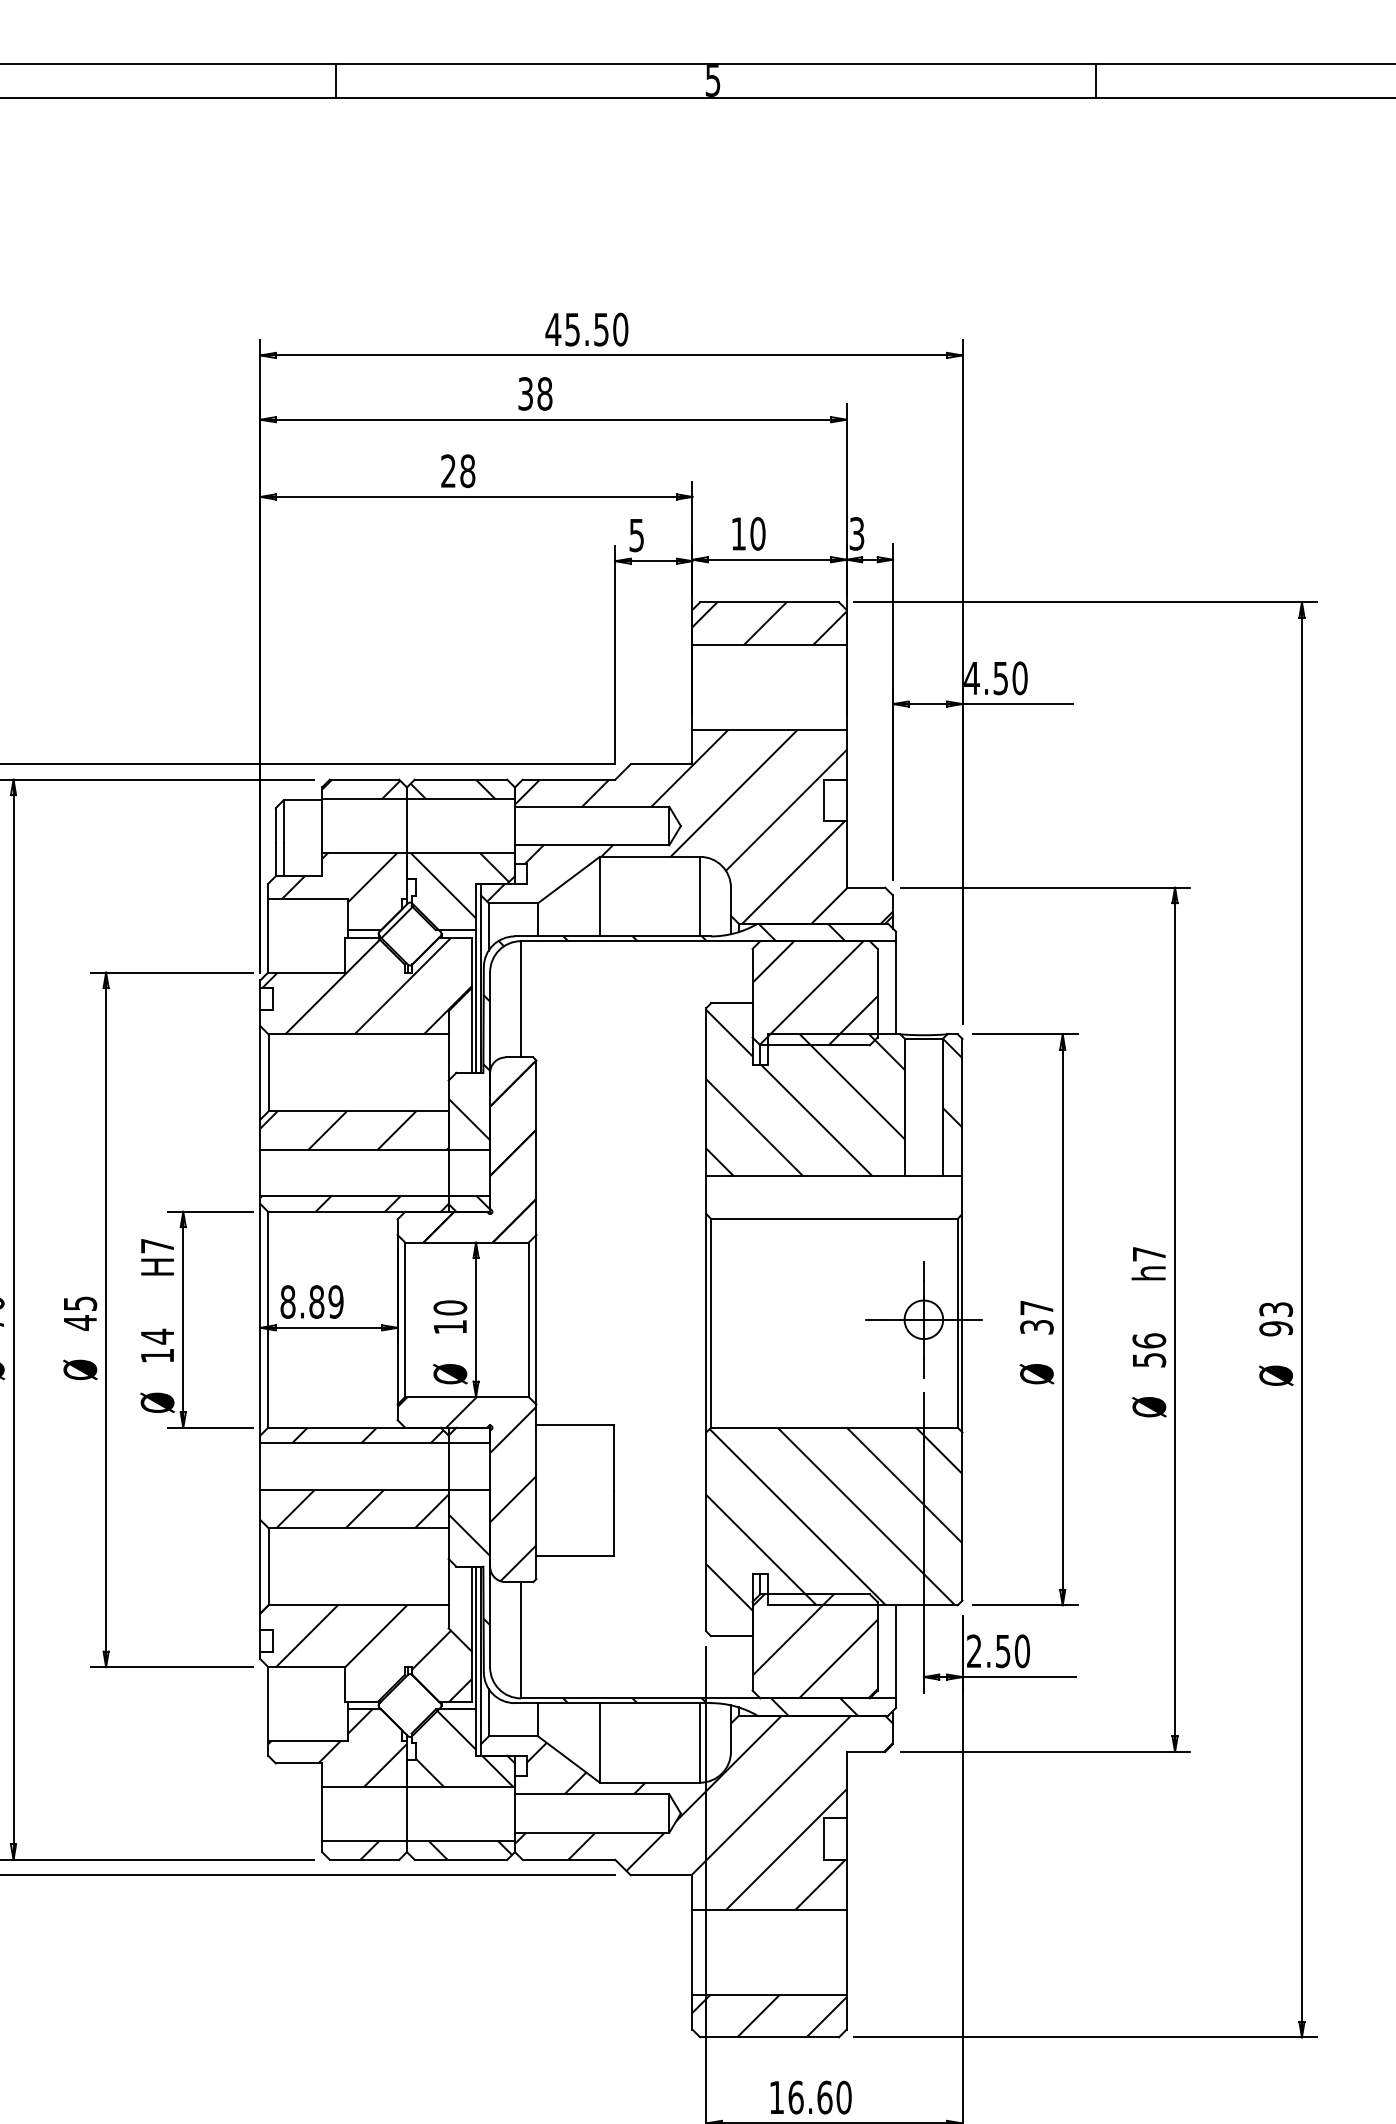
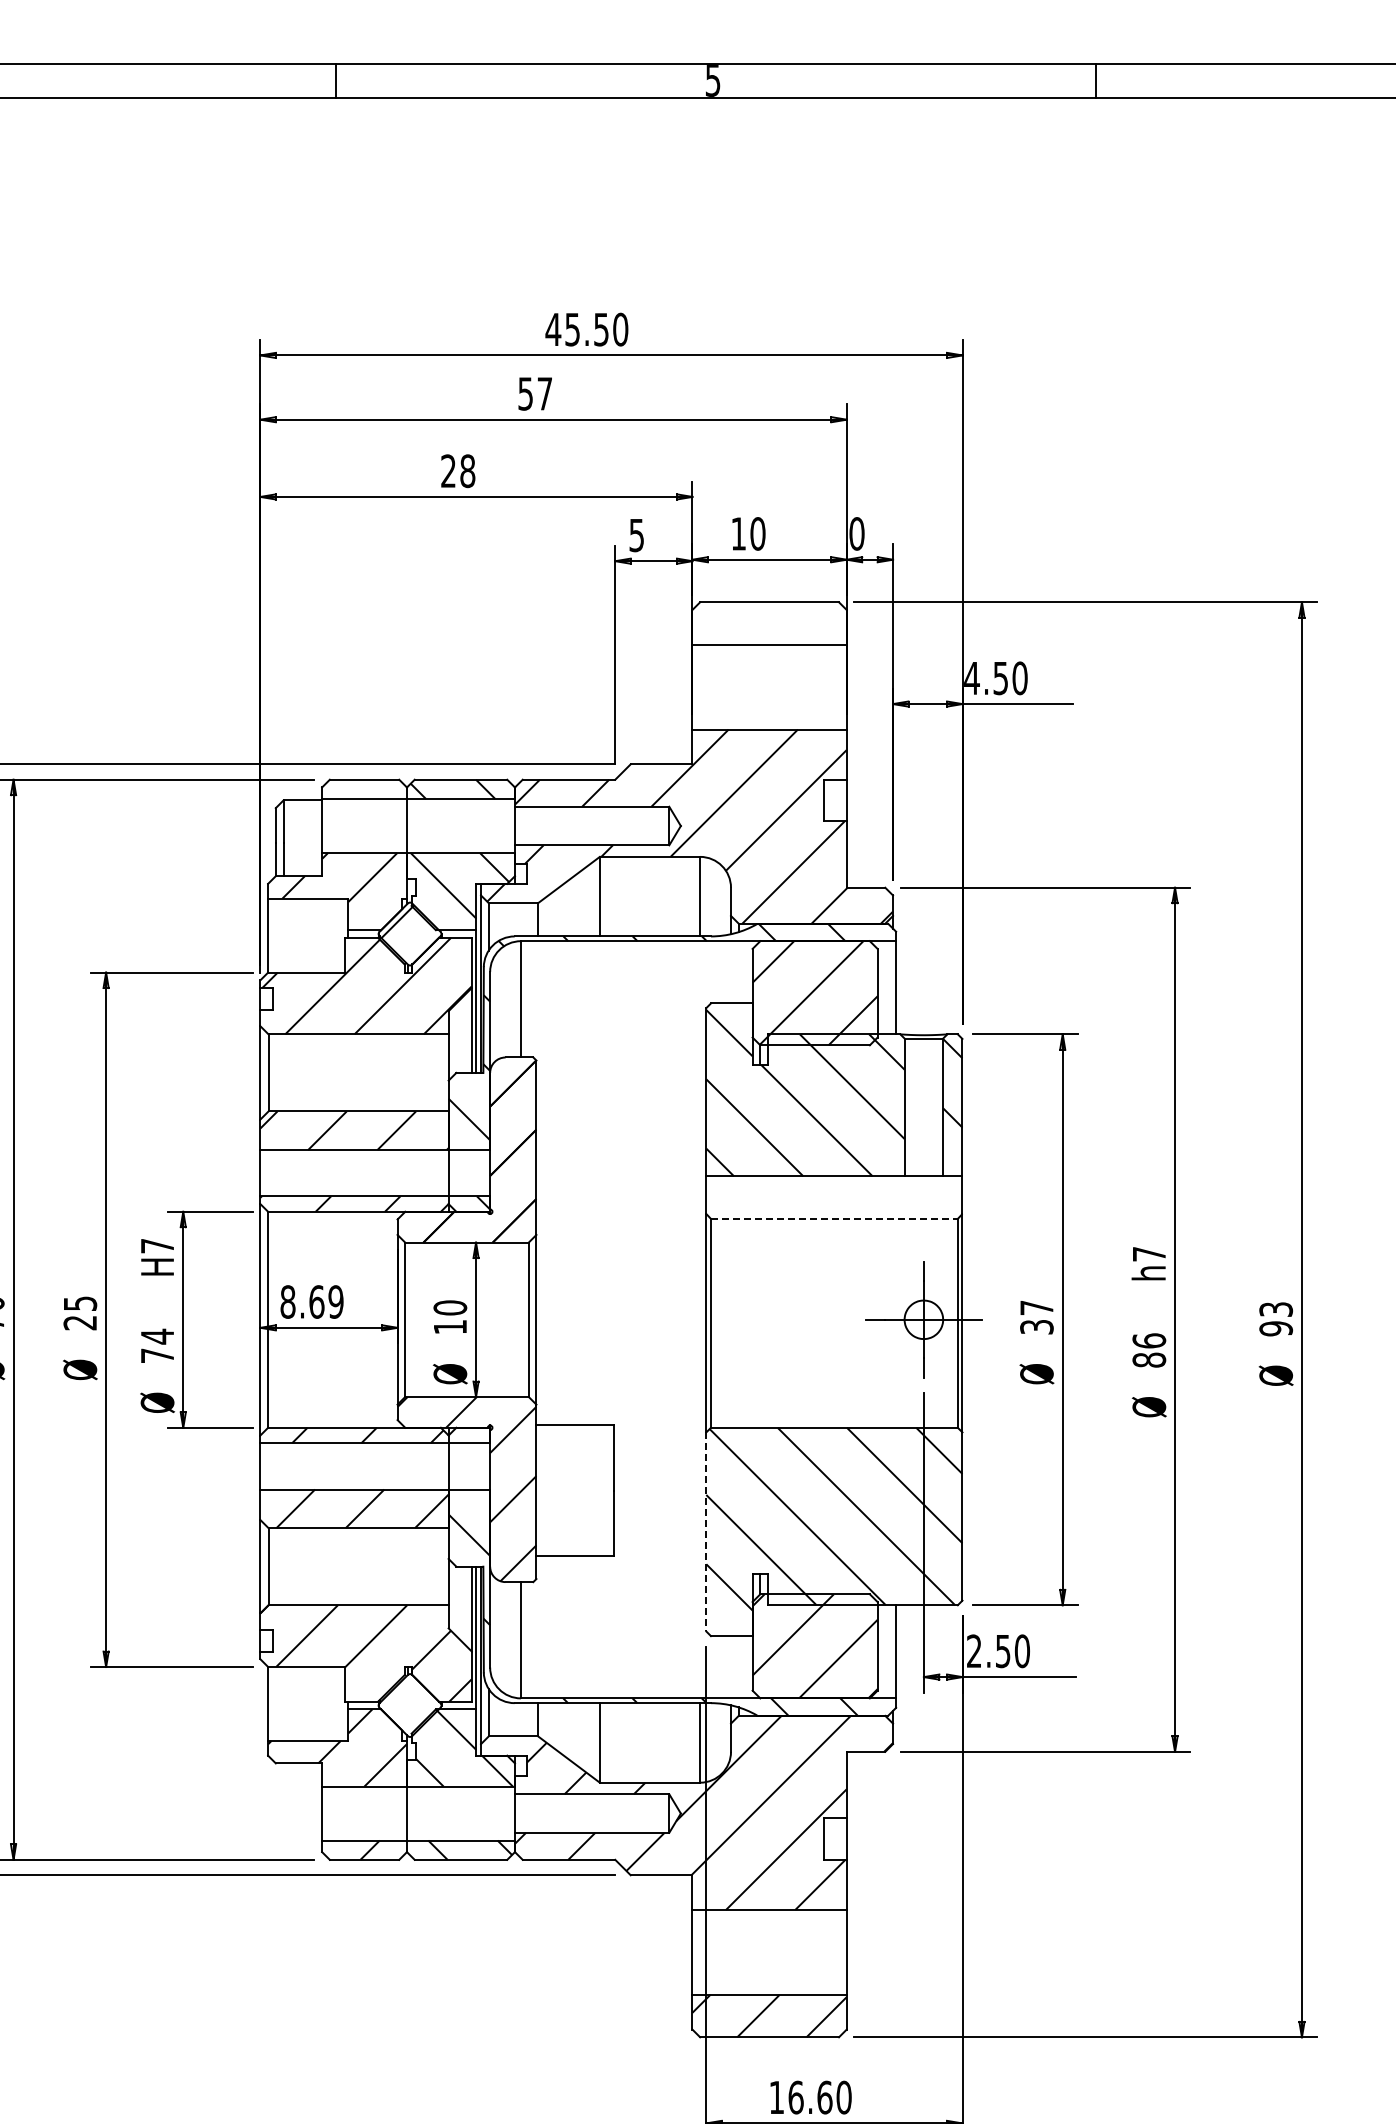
text at (535, 393): 38 -> 57
text at (856, 533): 3 -> 0
hatch at (769, 623): present -> none
hatch at (361, 789): present -> none
line at (834, 1218): solid -> dashed
text at (316, 1301): 8.89 -> 8.69
text at (79, 1322): 45 -> 25
text at (157, 1355): 14 -> 74
text at (1149, 1359): 56 -> 86
line at (706, 1531): solid -> dashed
